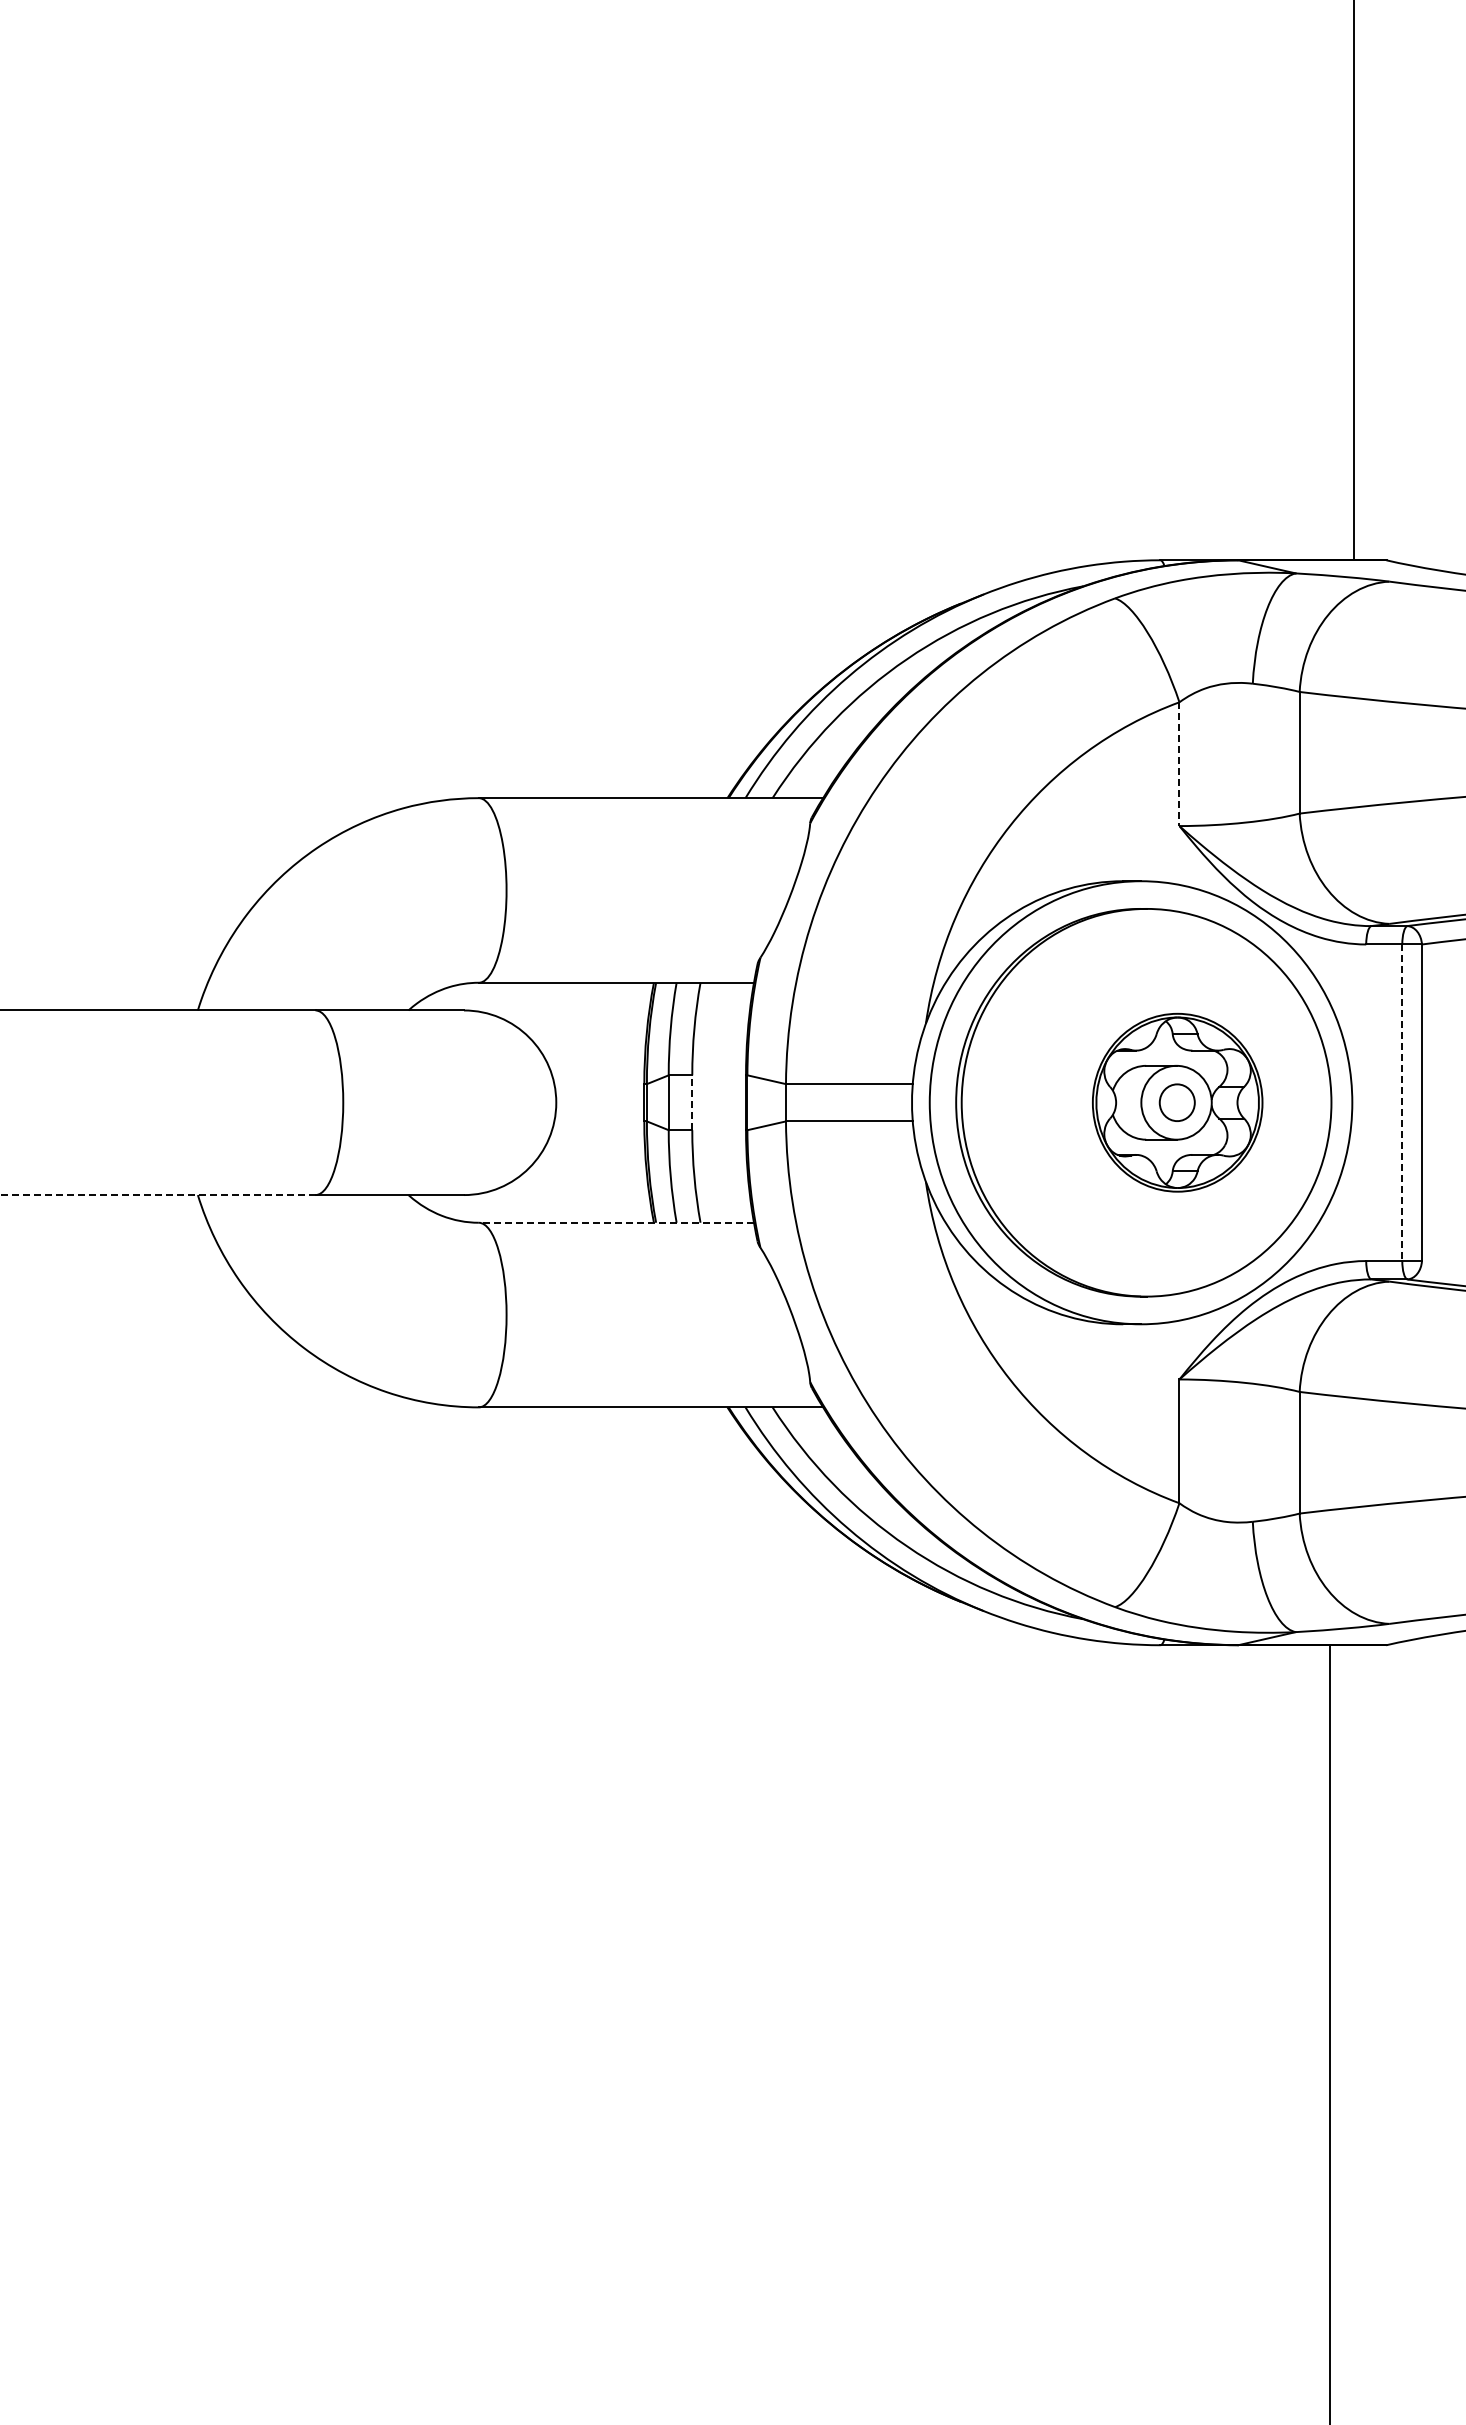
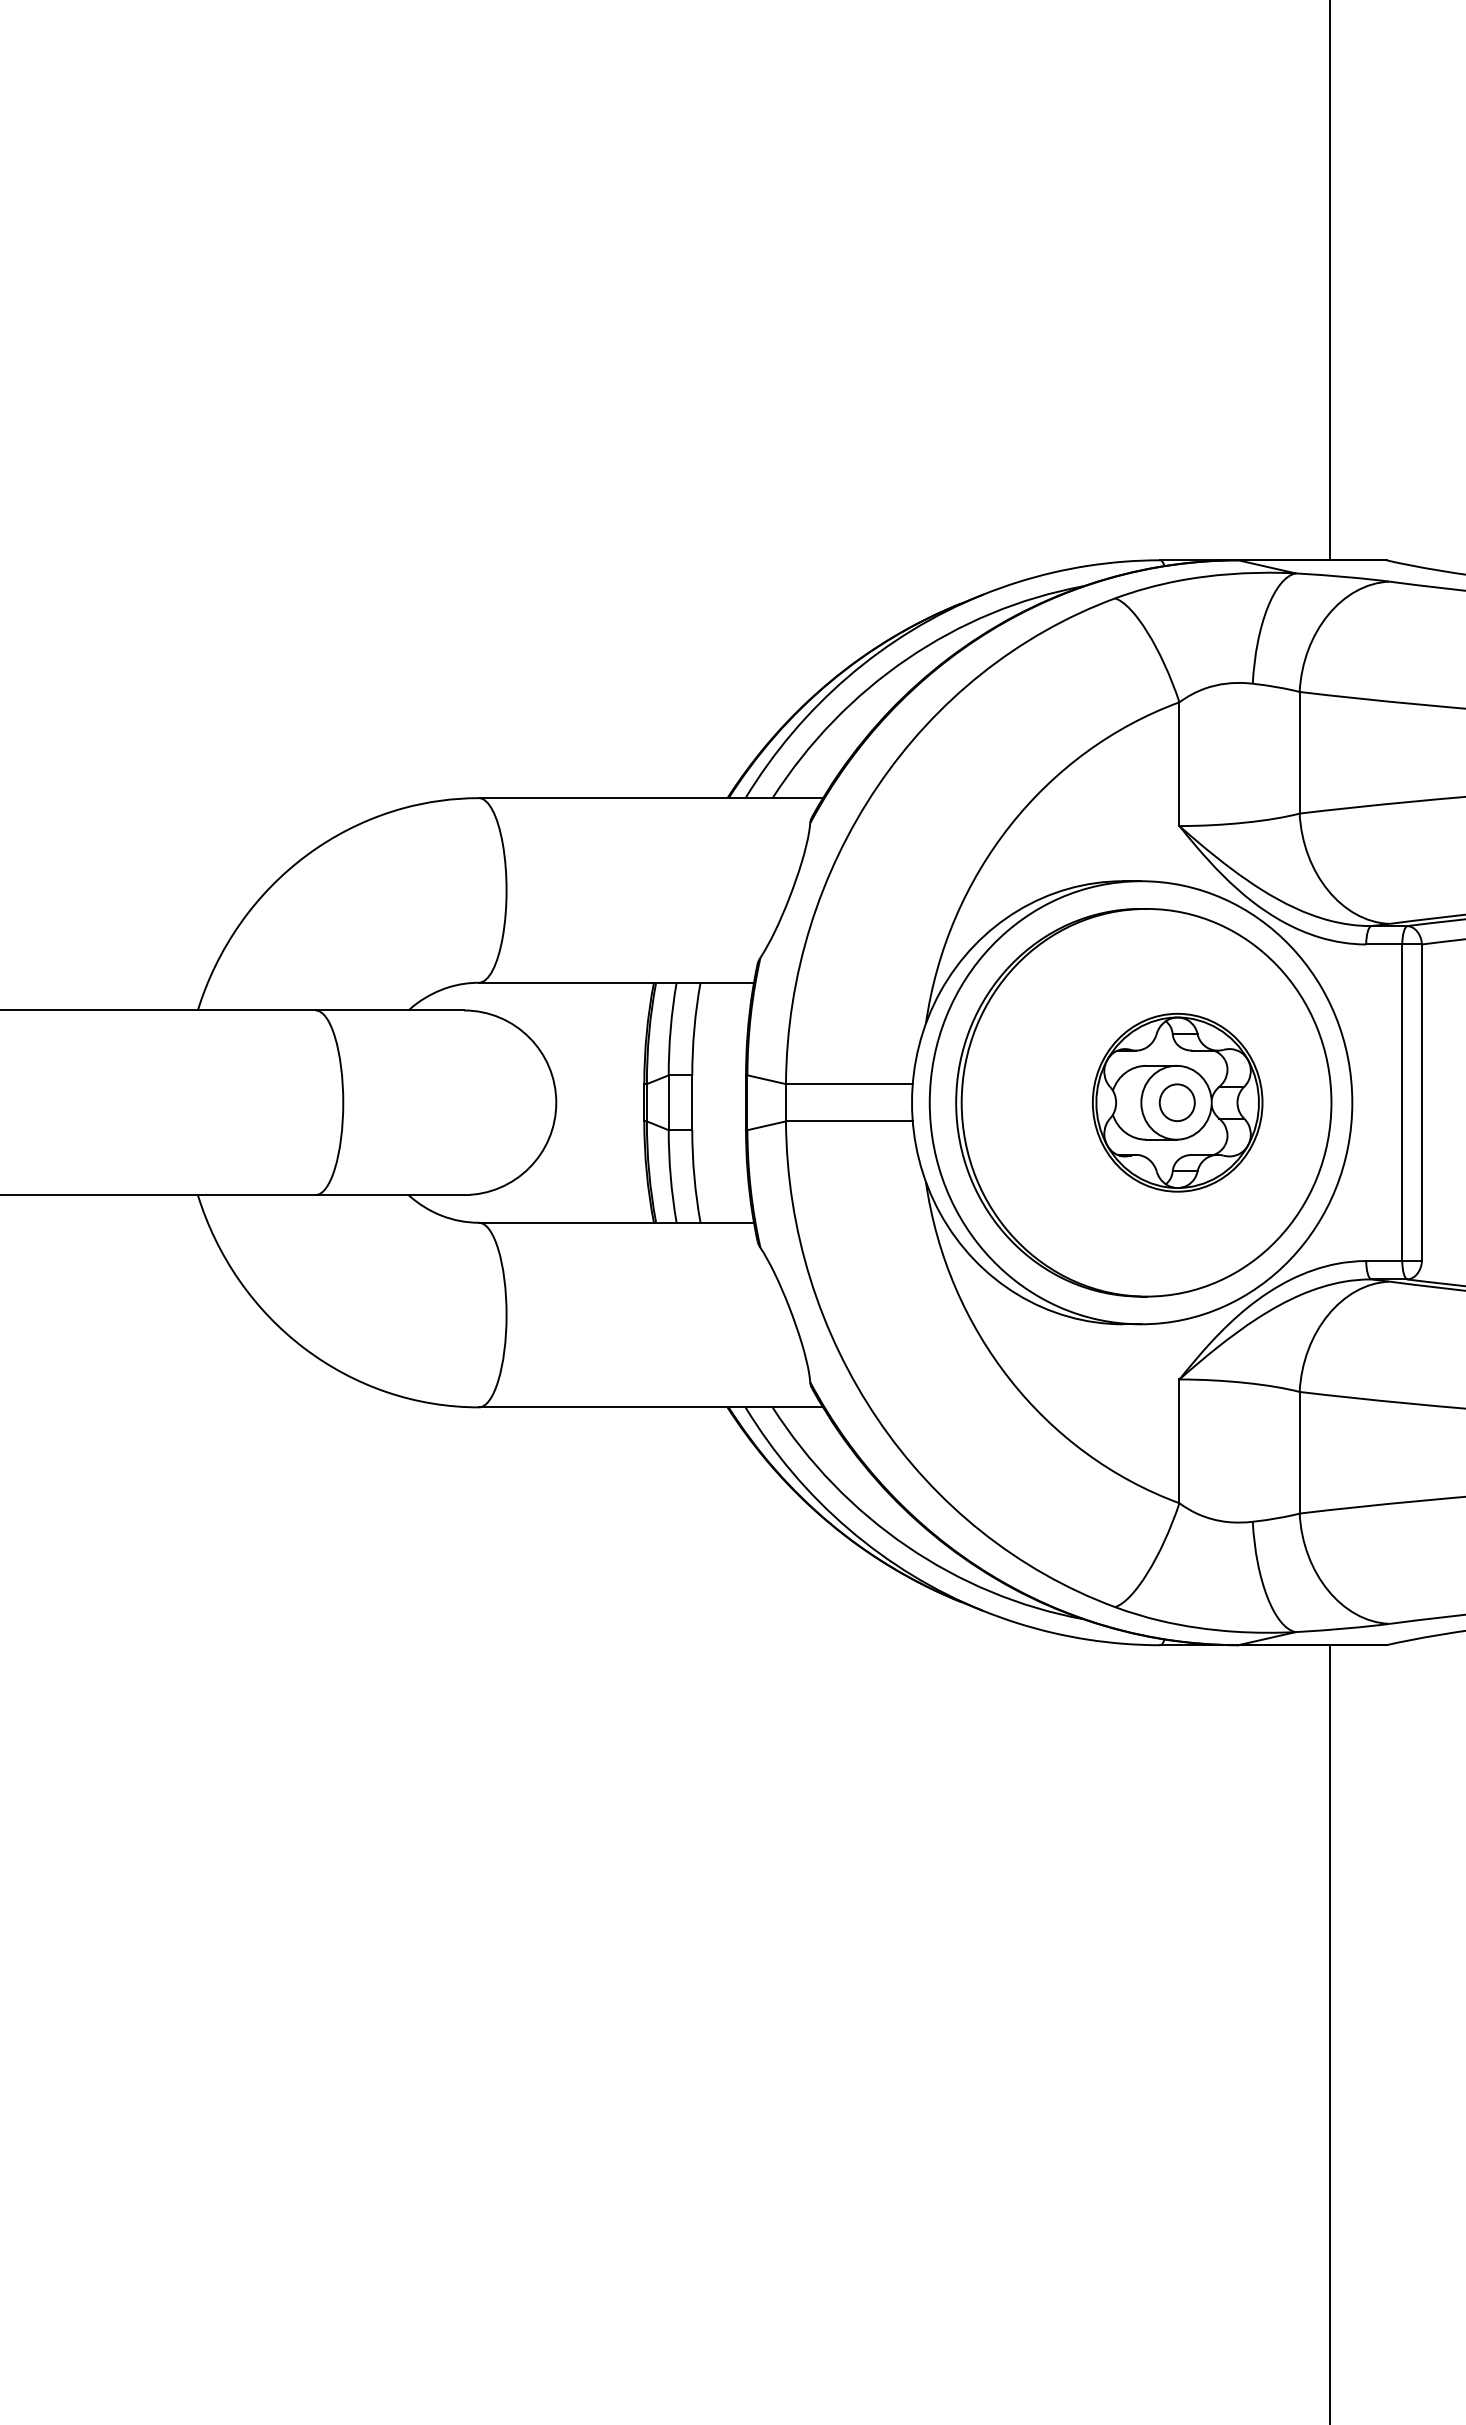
line at (1353, 281) position: (1353, 281) -> (1329, 281)
line at (1179, 764): dashed -> solid
line at (692, 1102): dashed -> solid
line at (1402, 1103): dashed -> solid
line at (157, 1195): dashed -> solid
line at (616, 1222): dashed -> solid
